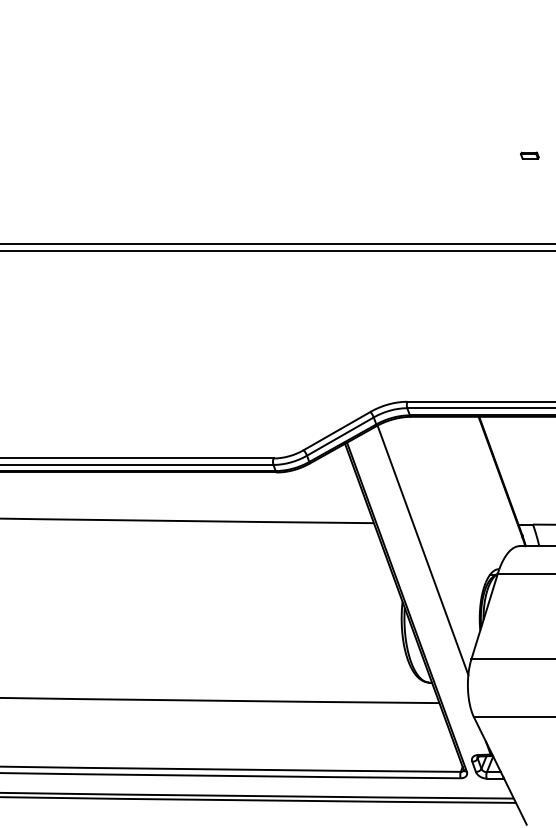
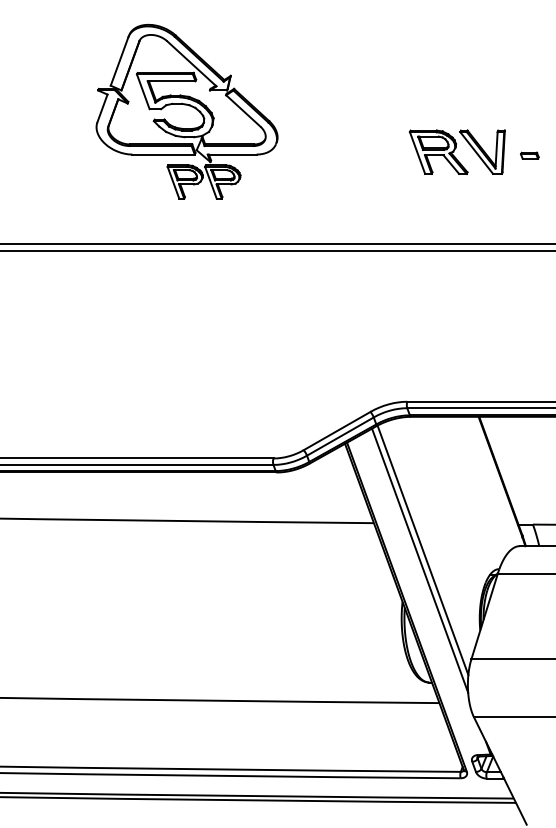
part at (186, 111): none -> present
part at (456, 151): none -> present
line at (420, 560): none -> present
